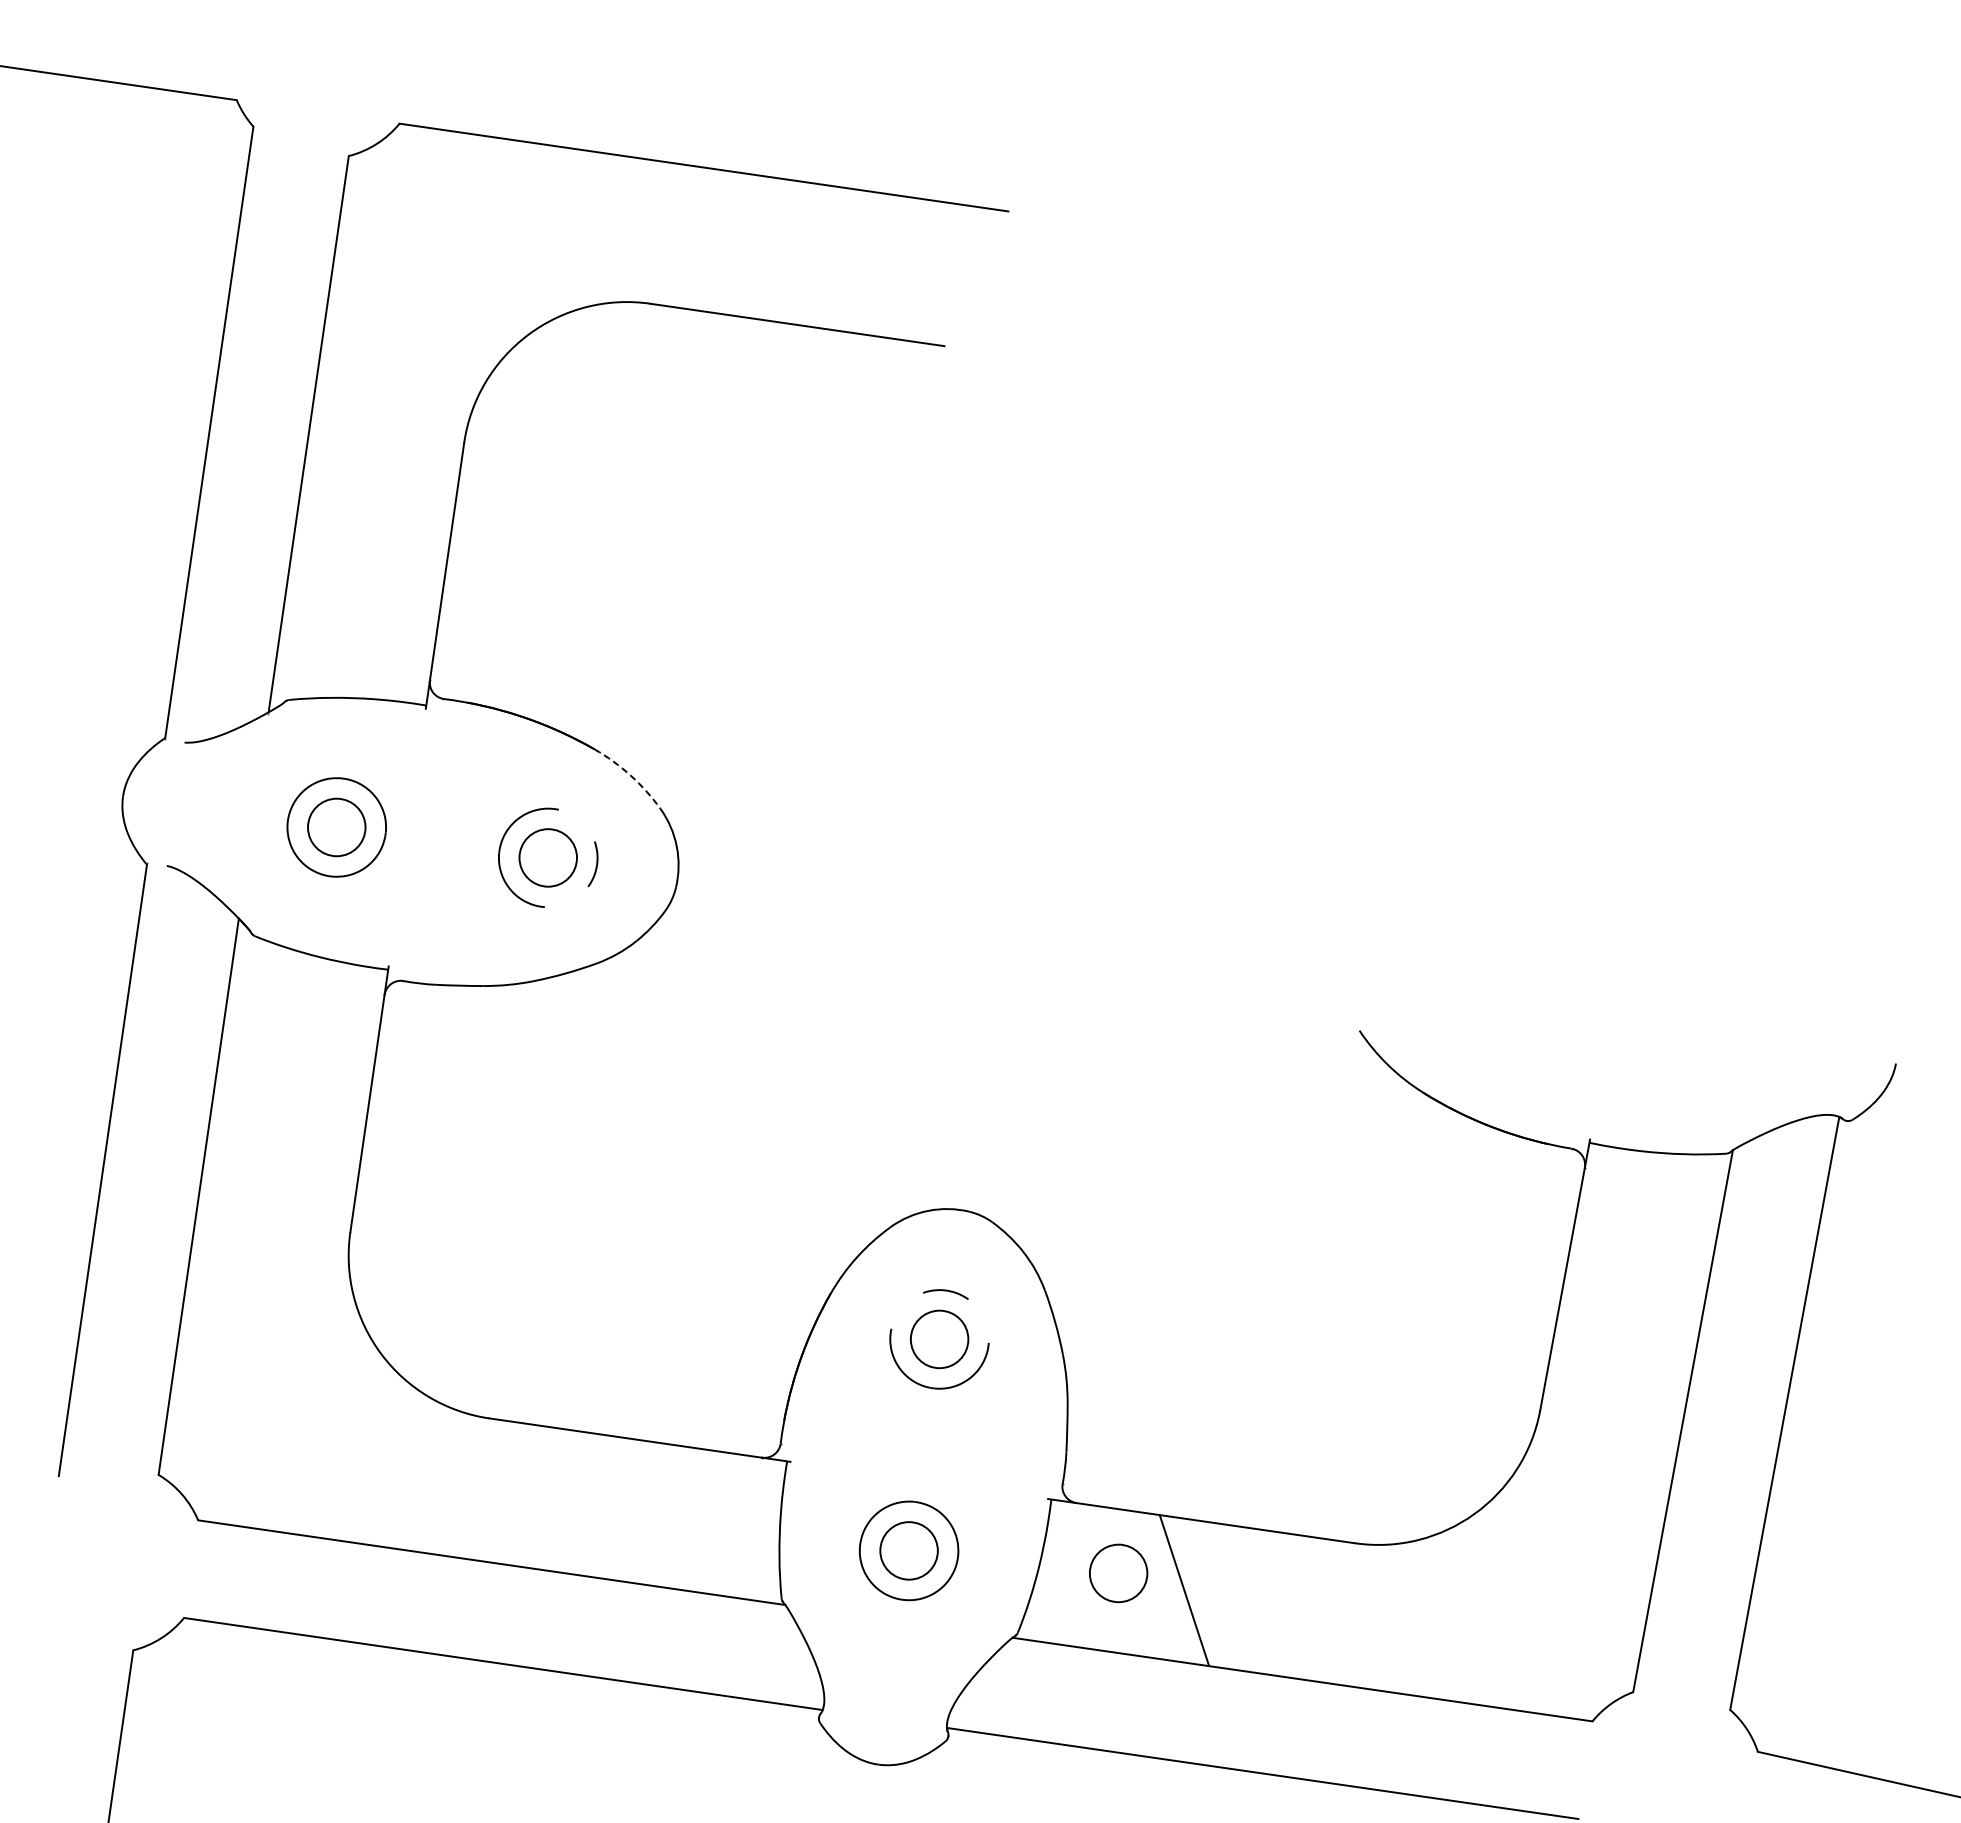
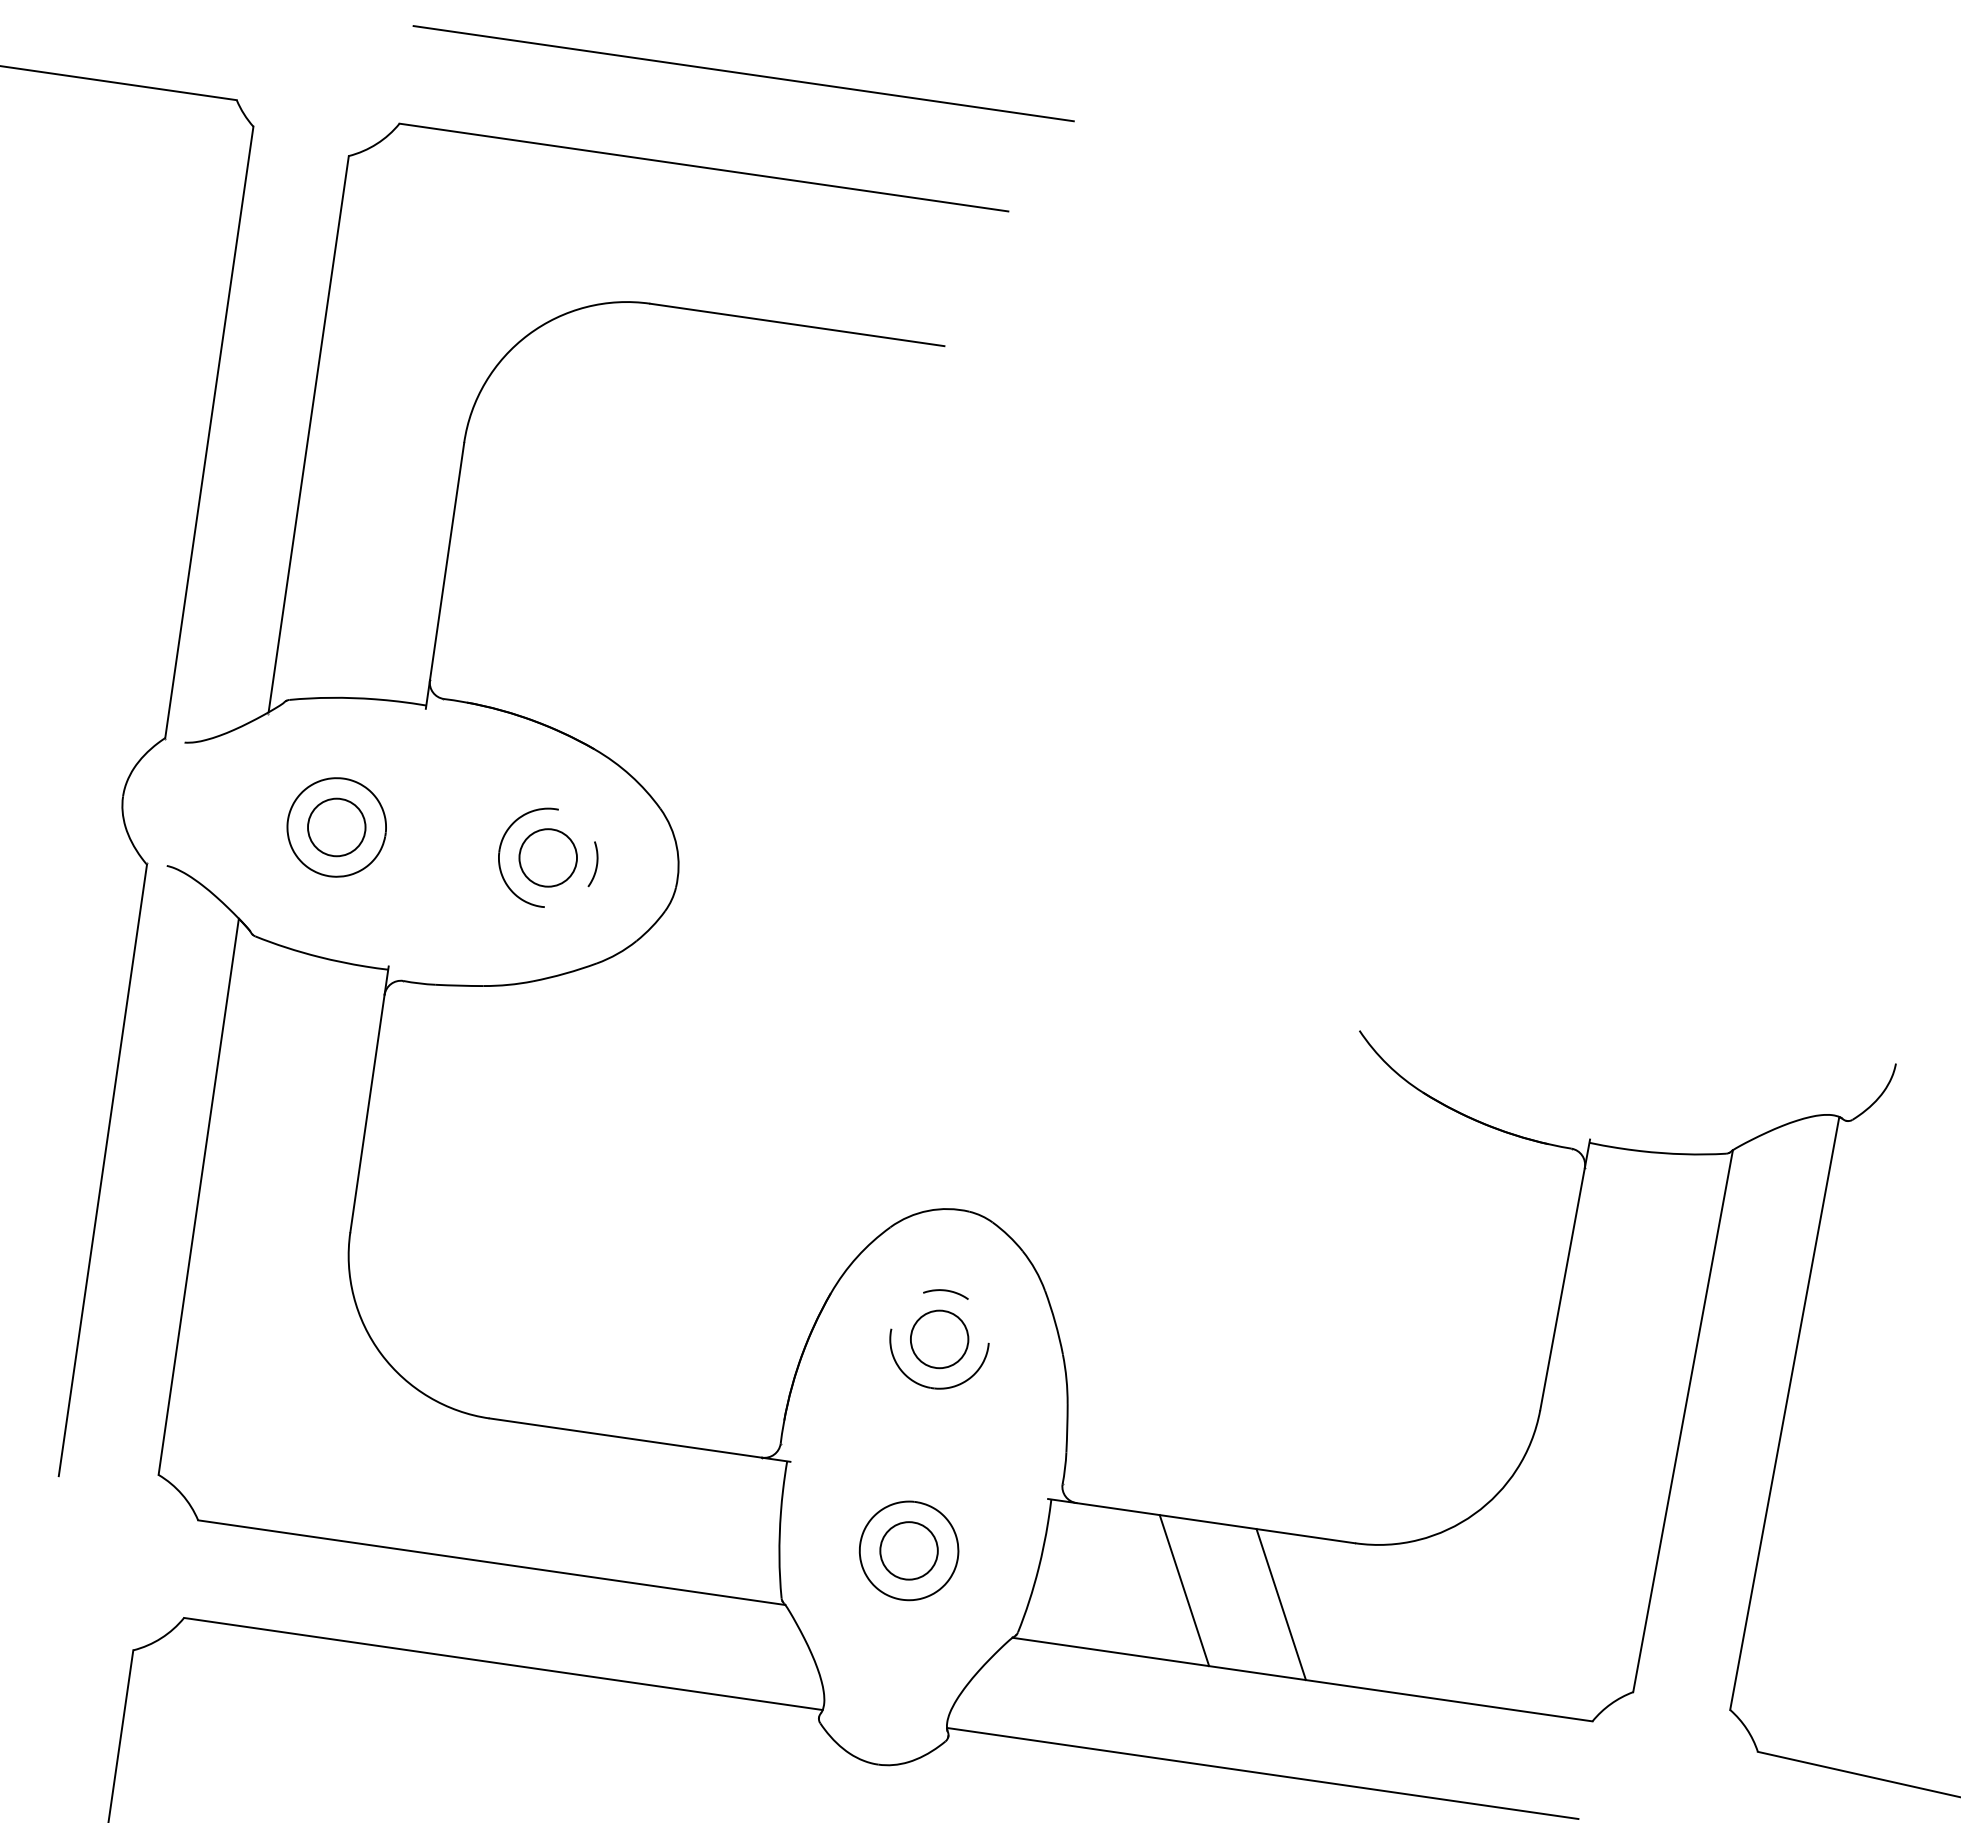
line at (743, 73): none -> present
arc at (630, 775): dashed -> solid
circle at (1118, 1573): present -> none
line at (1280, 1604): none -> present
